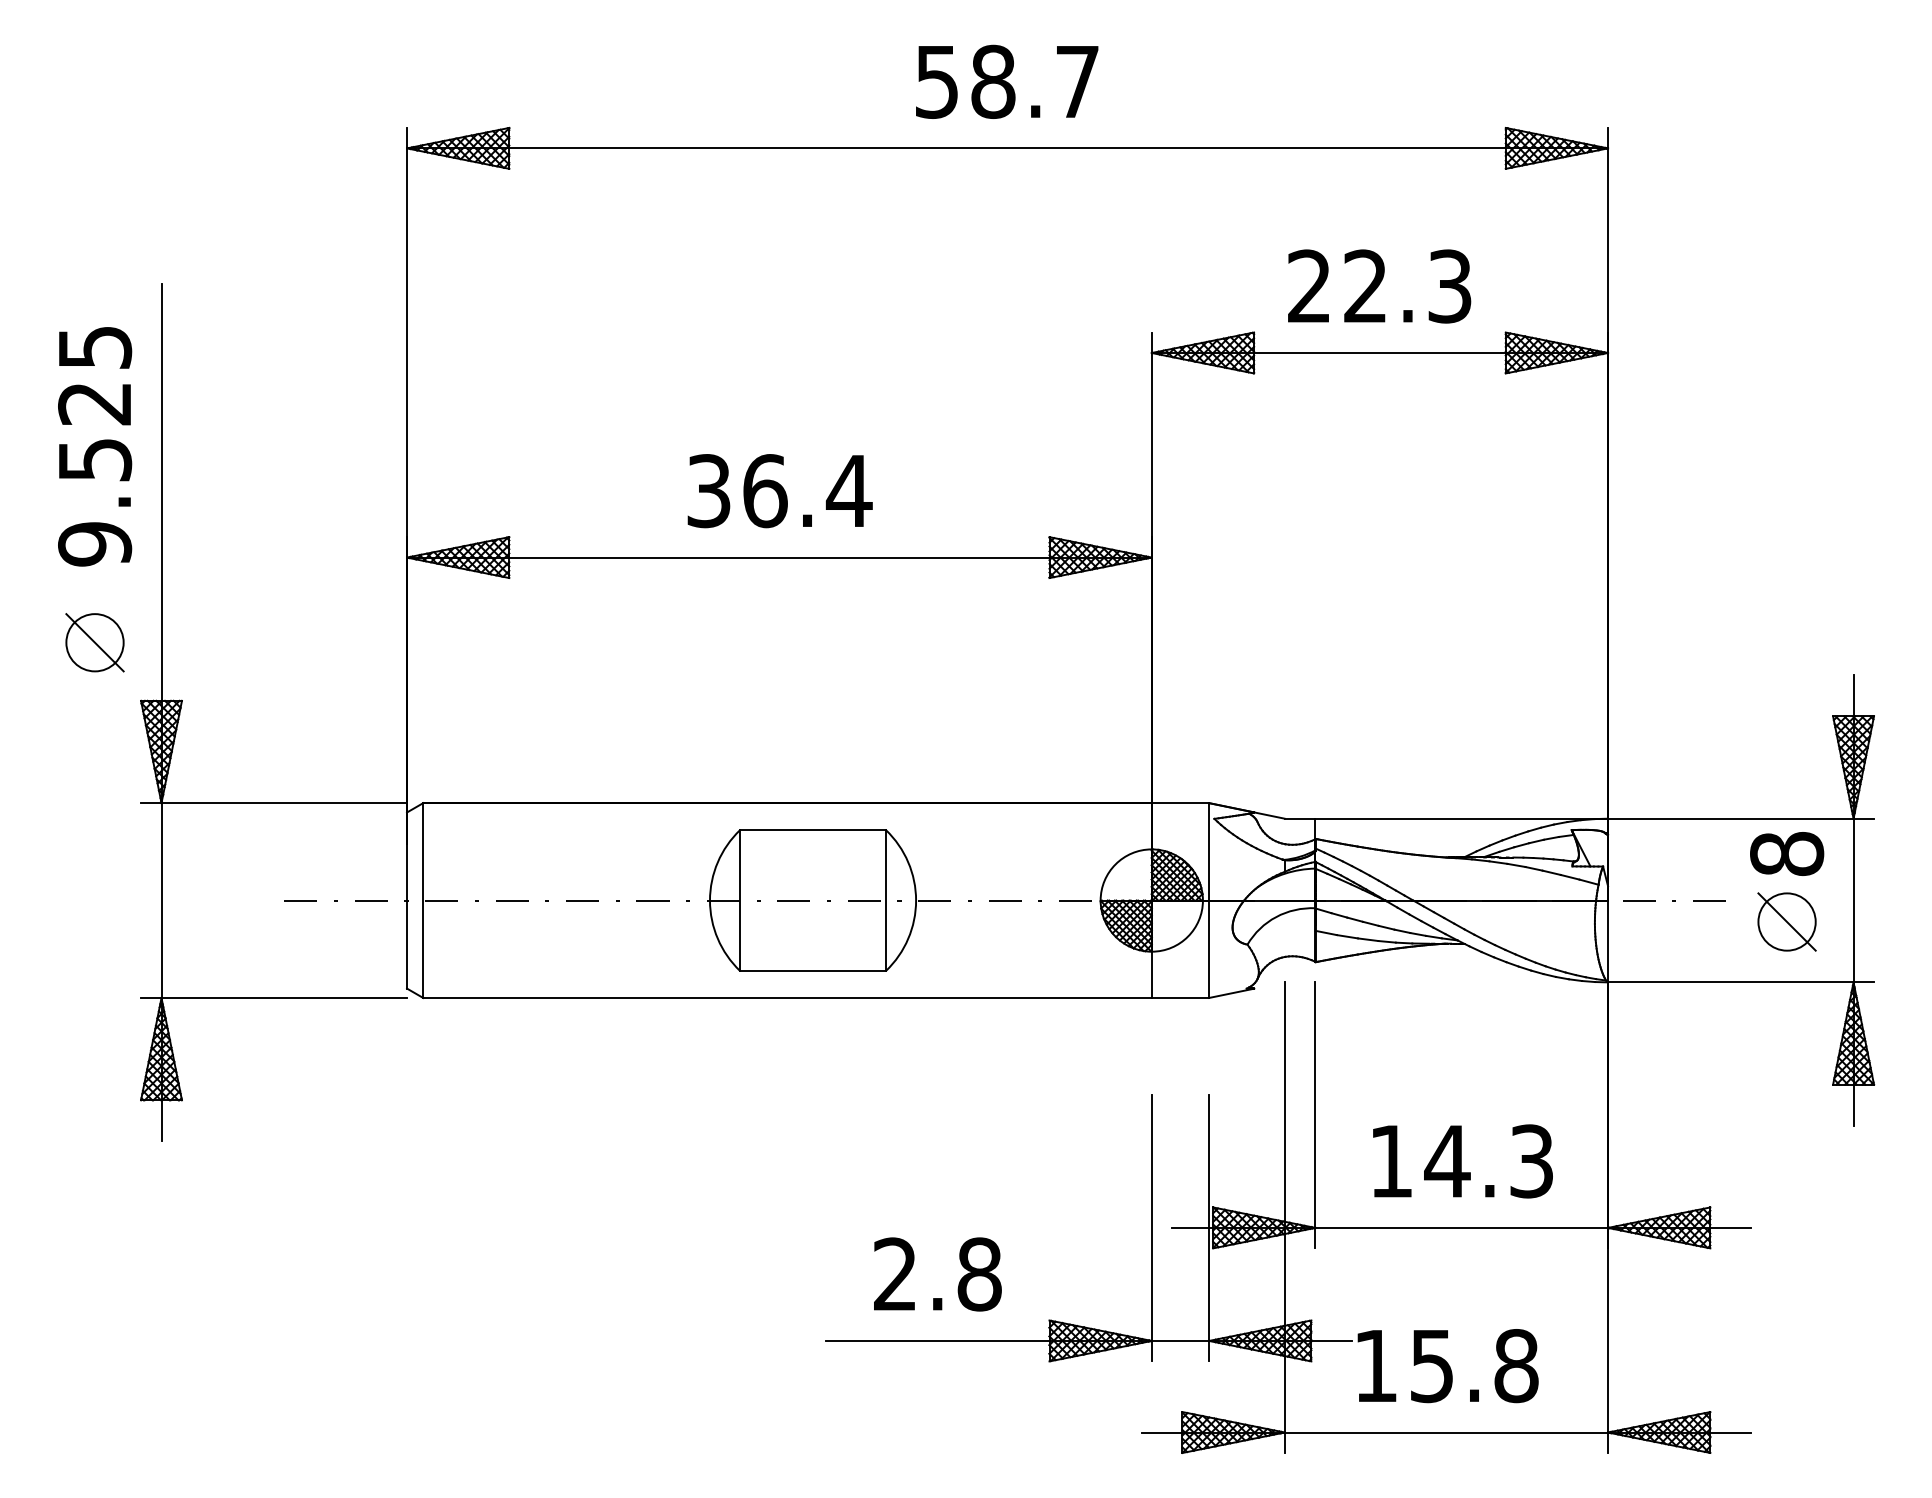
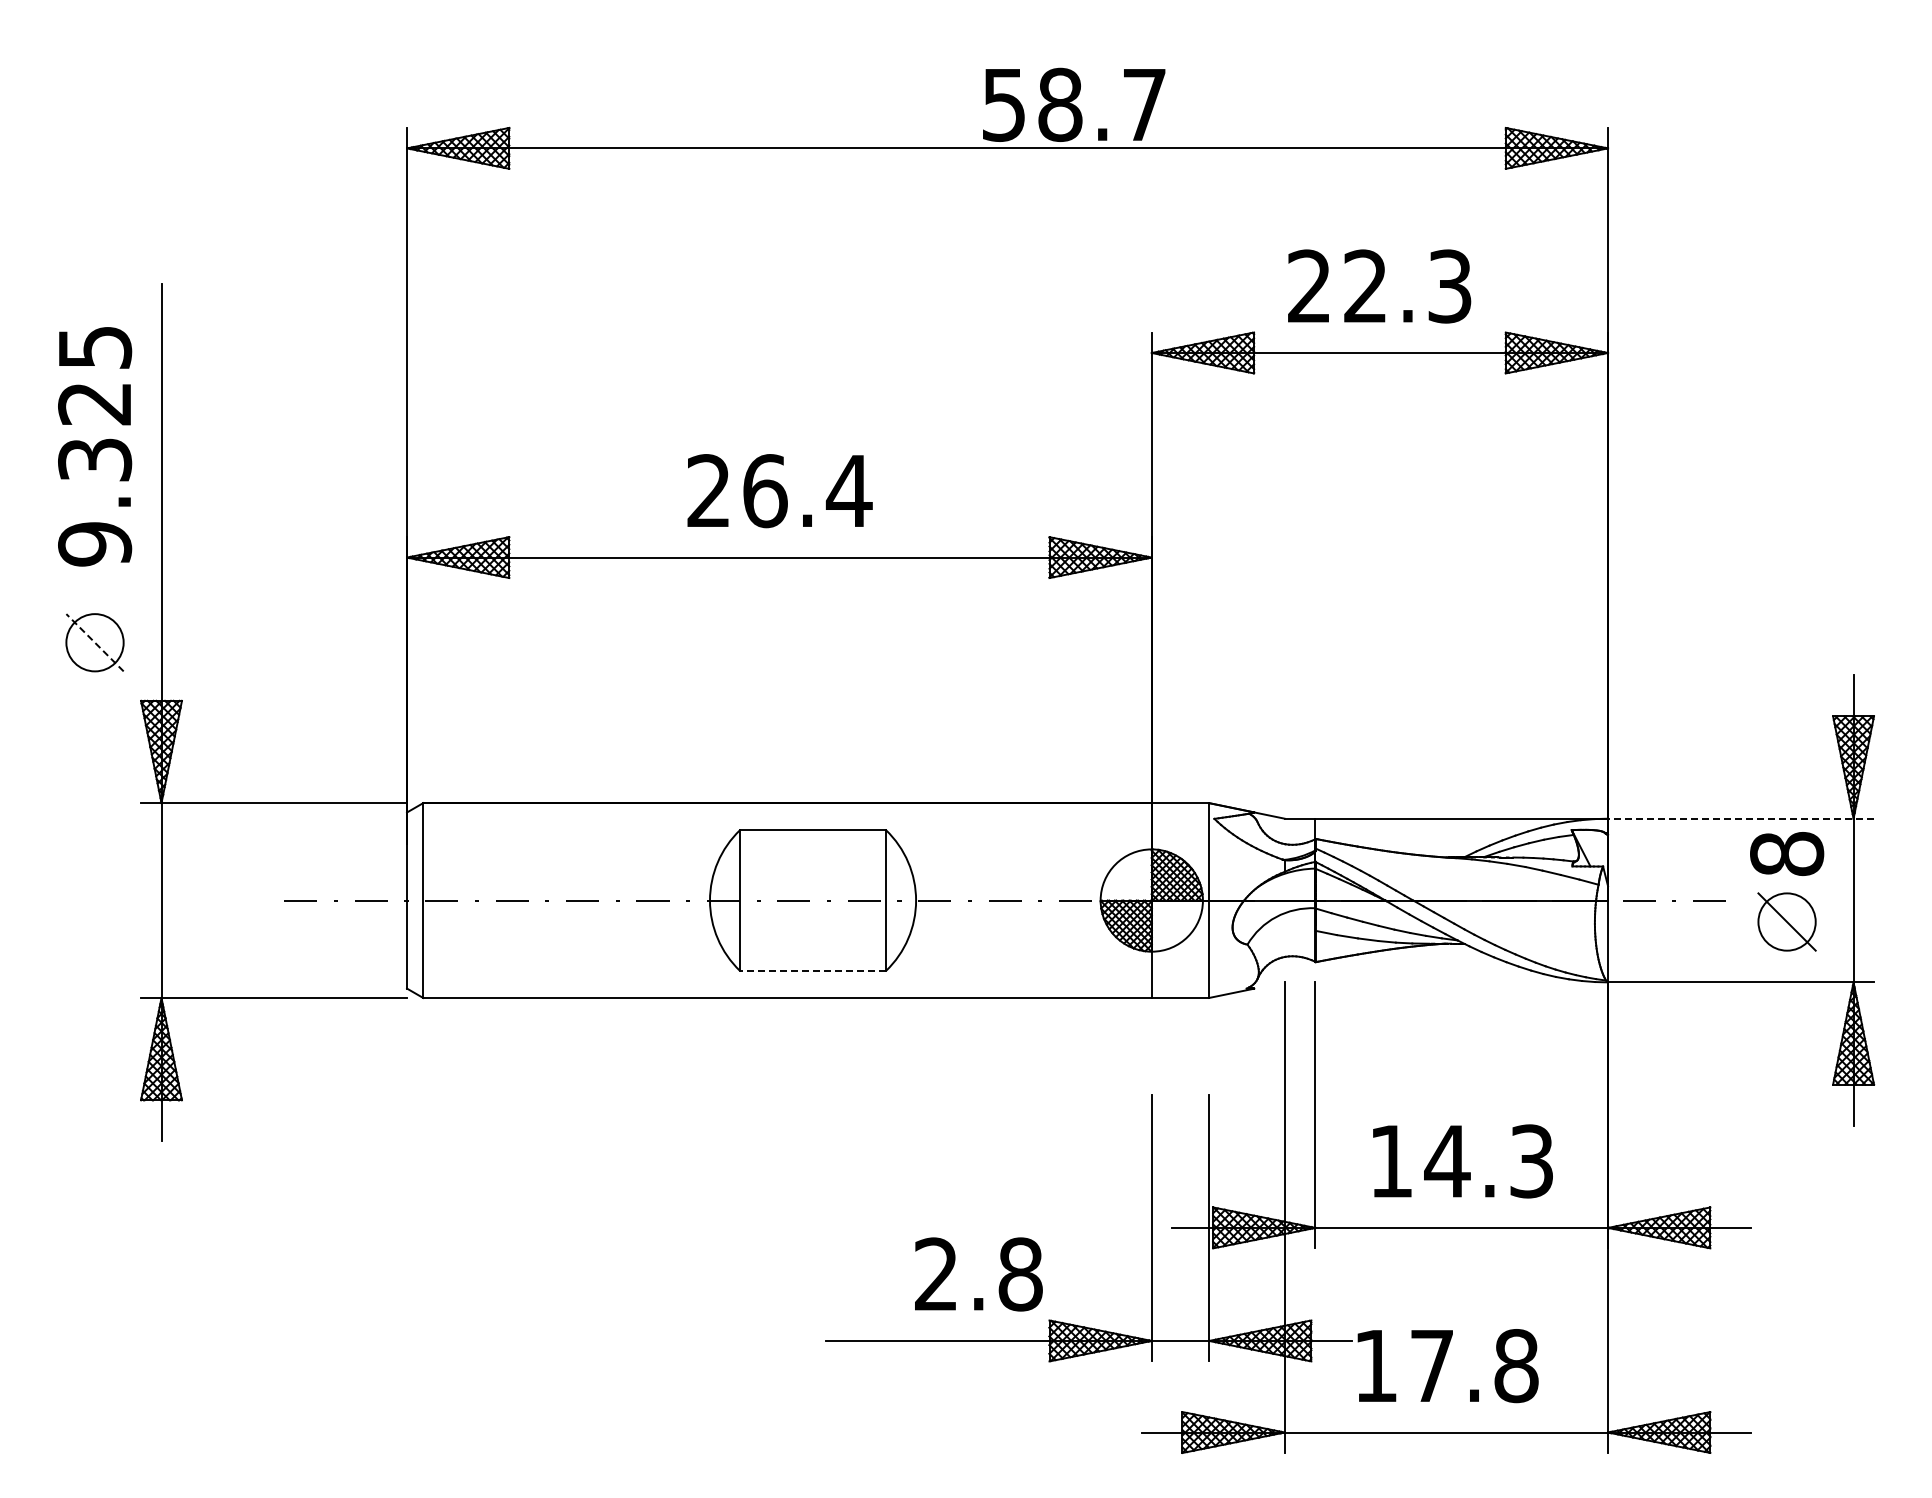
text at (1007, 81) position: (1007, 81) -> (1074, 104)
text at (94, 459): 9.525 -> 9.325
text at (708, 491): 36.4 -> 26.4
line at (95, 642): solid -> dashed
line at (1741, 818): solid -> dashed
line at (812, 970): solid -> dashed
text at (937, 1274) position: (937, 1274) -> (978, 1274)
text at (1431, 1366): 15.8 -> 17.8
